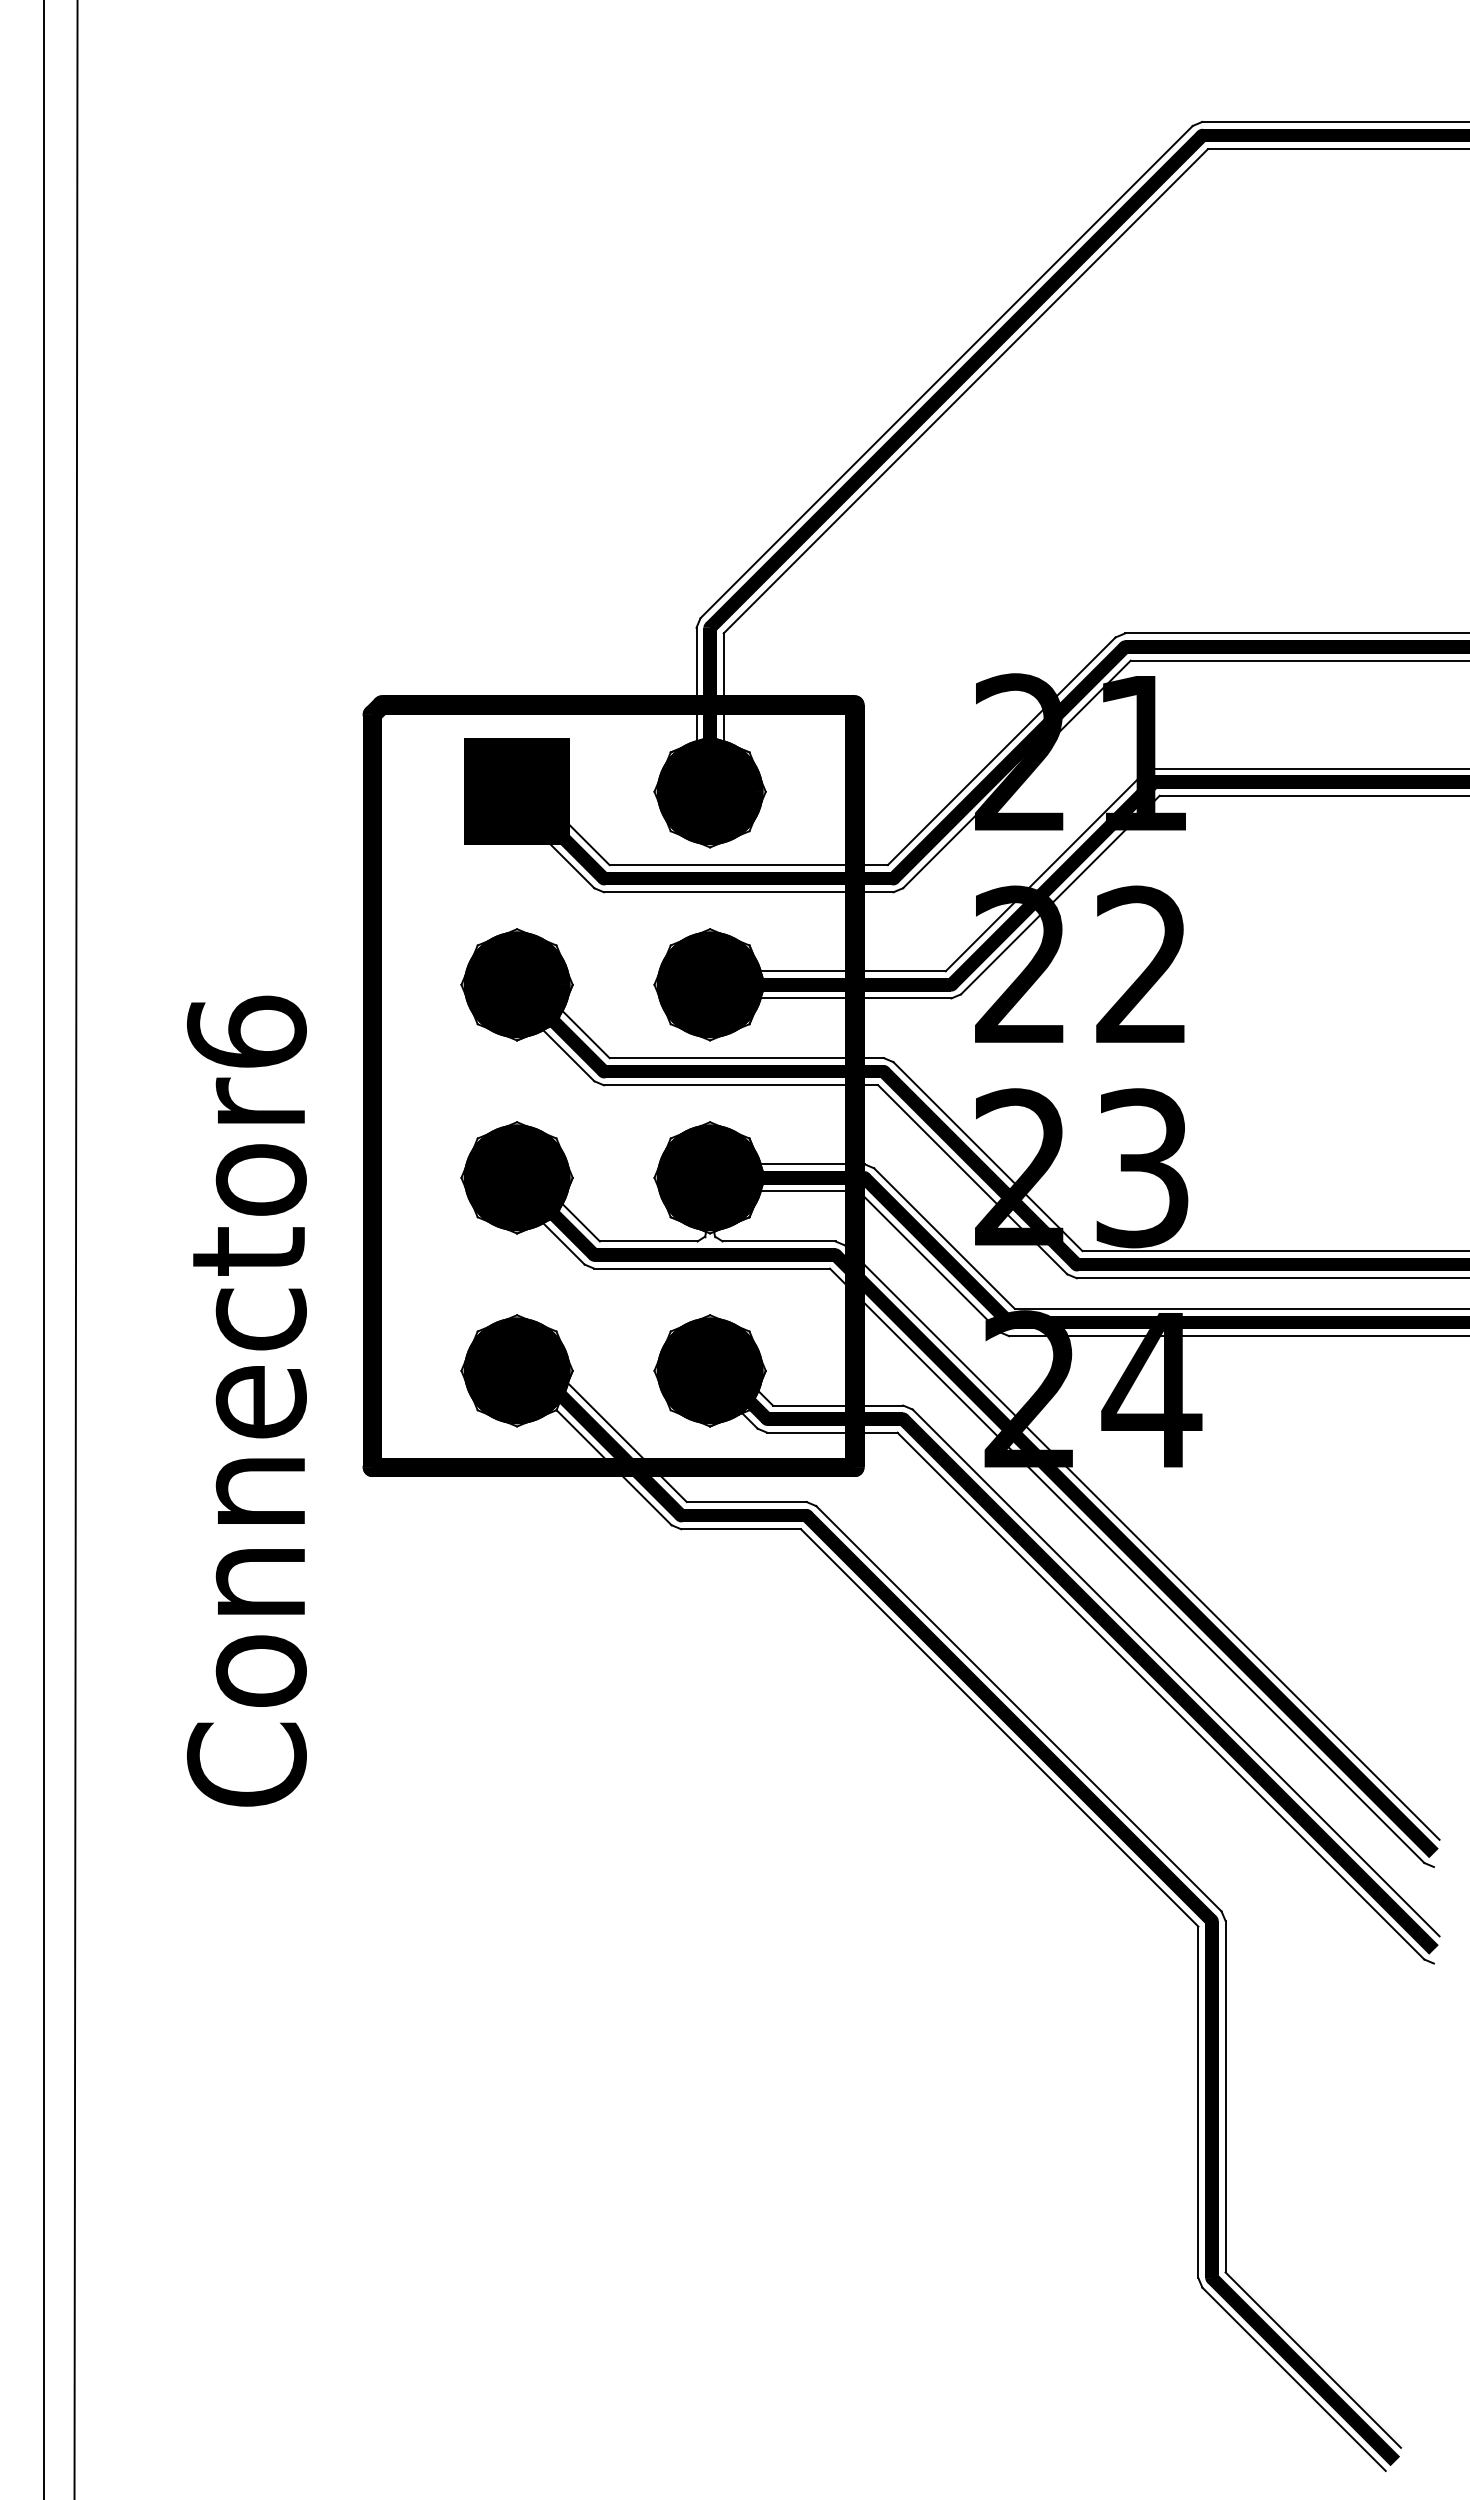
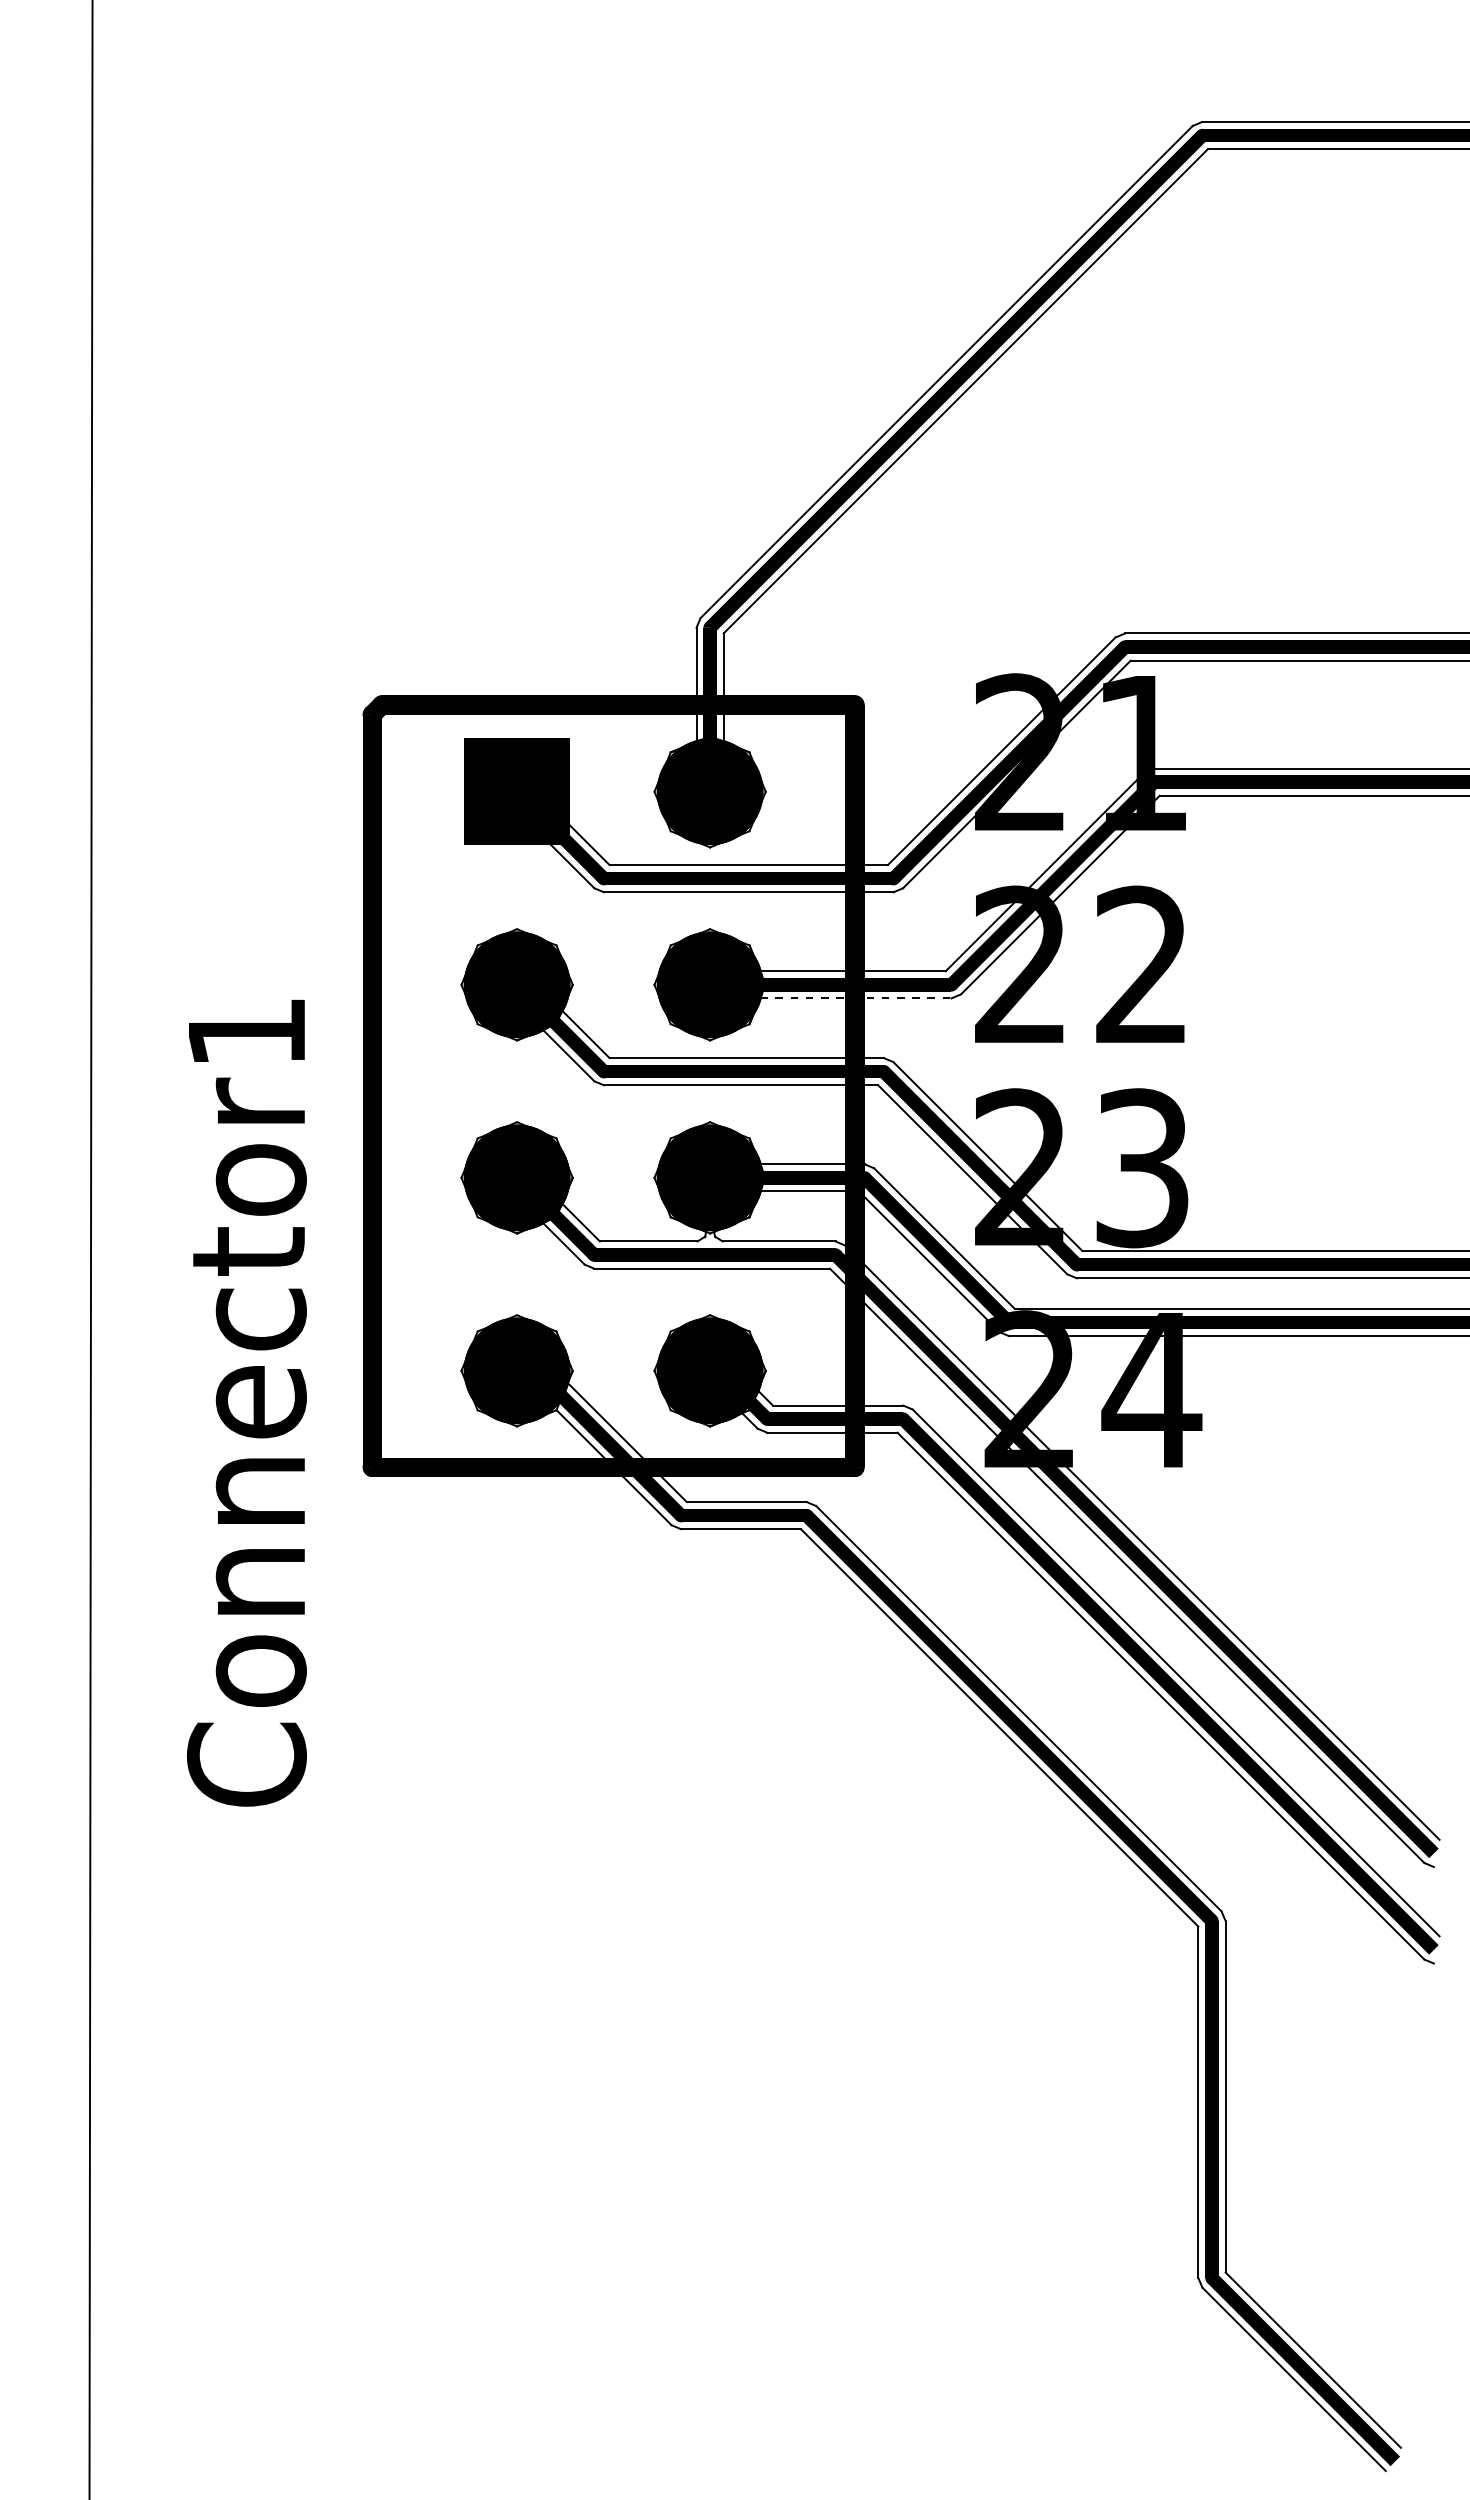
line at (855, 998): solid -> dashed
text at (246, 1031): Connector6 -> Connector1
line at (44, 1249): present -> none
line at (75, 1249) position: (75, 1249) -> (90, 1249)
